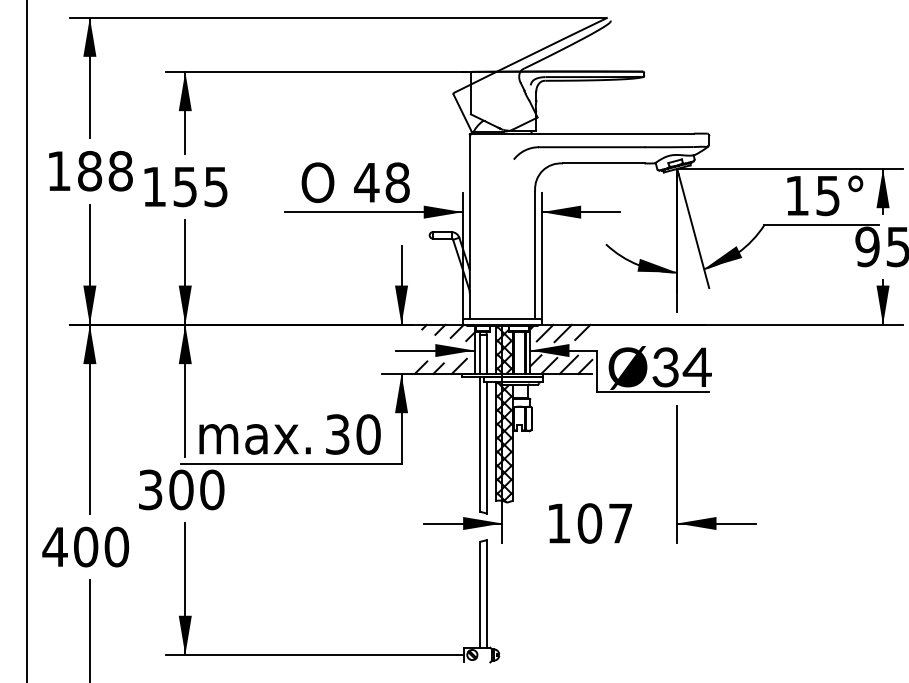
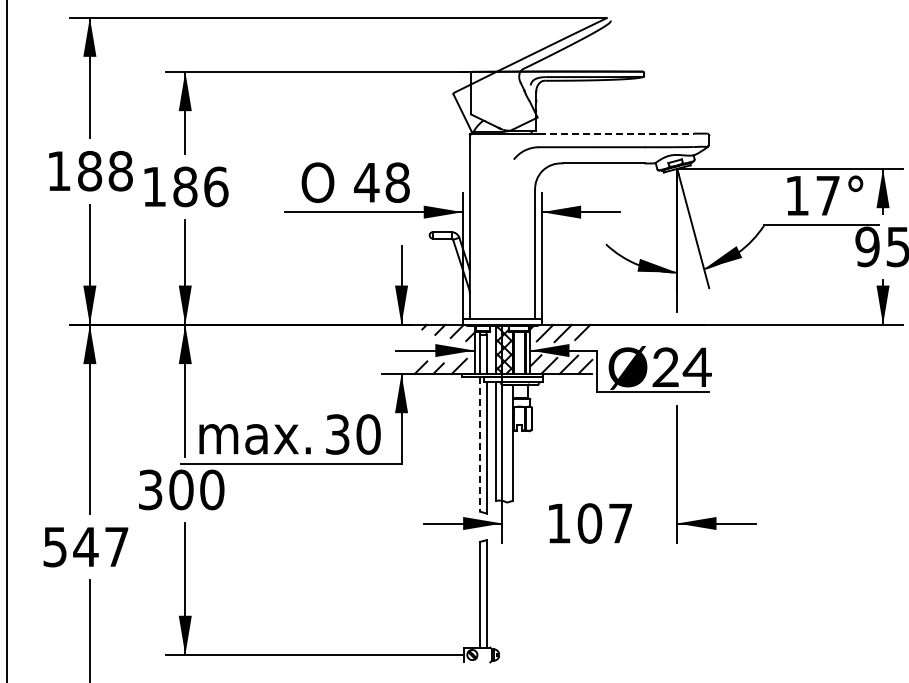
line at (616, 133): solid -> dashed
text at (200, 186): 155 -> 186
text at (827, 196): 15° -> 17°
line at (27, 340) position: (27, 340) -> (7, 340)
text at (665, 367): Ø34 -> Ø24
hatch at (504, 442): present -> none
line at (480, 444): solid -> dashed
text at (85, 546): 400 -> 547
